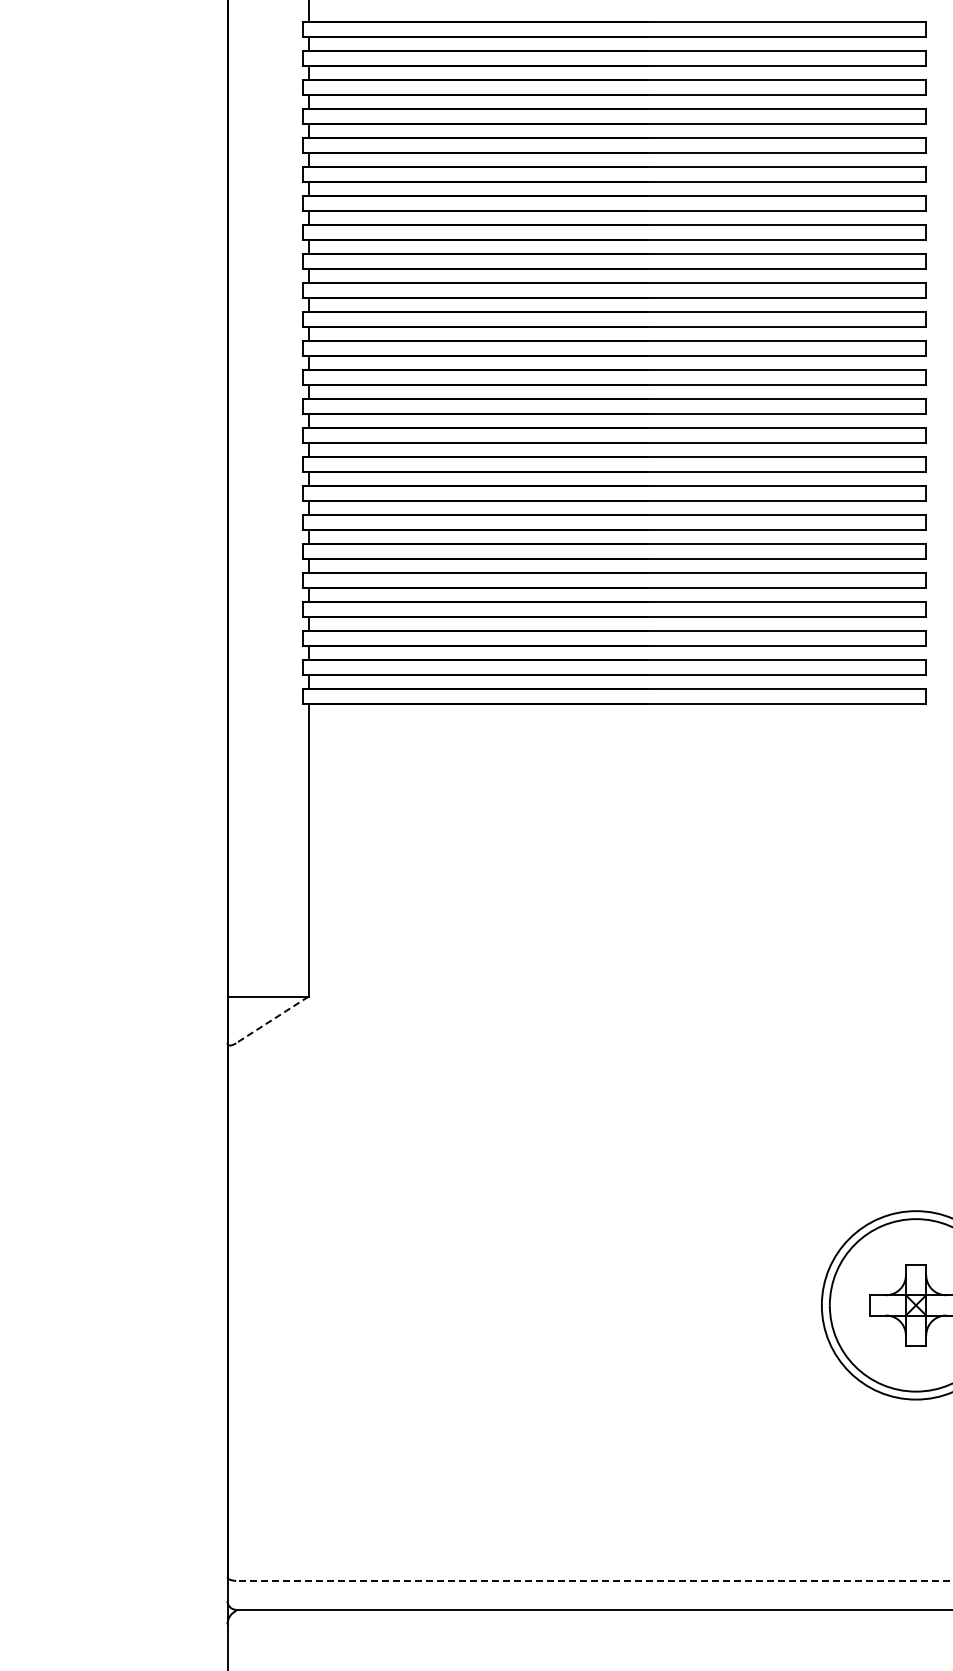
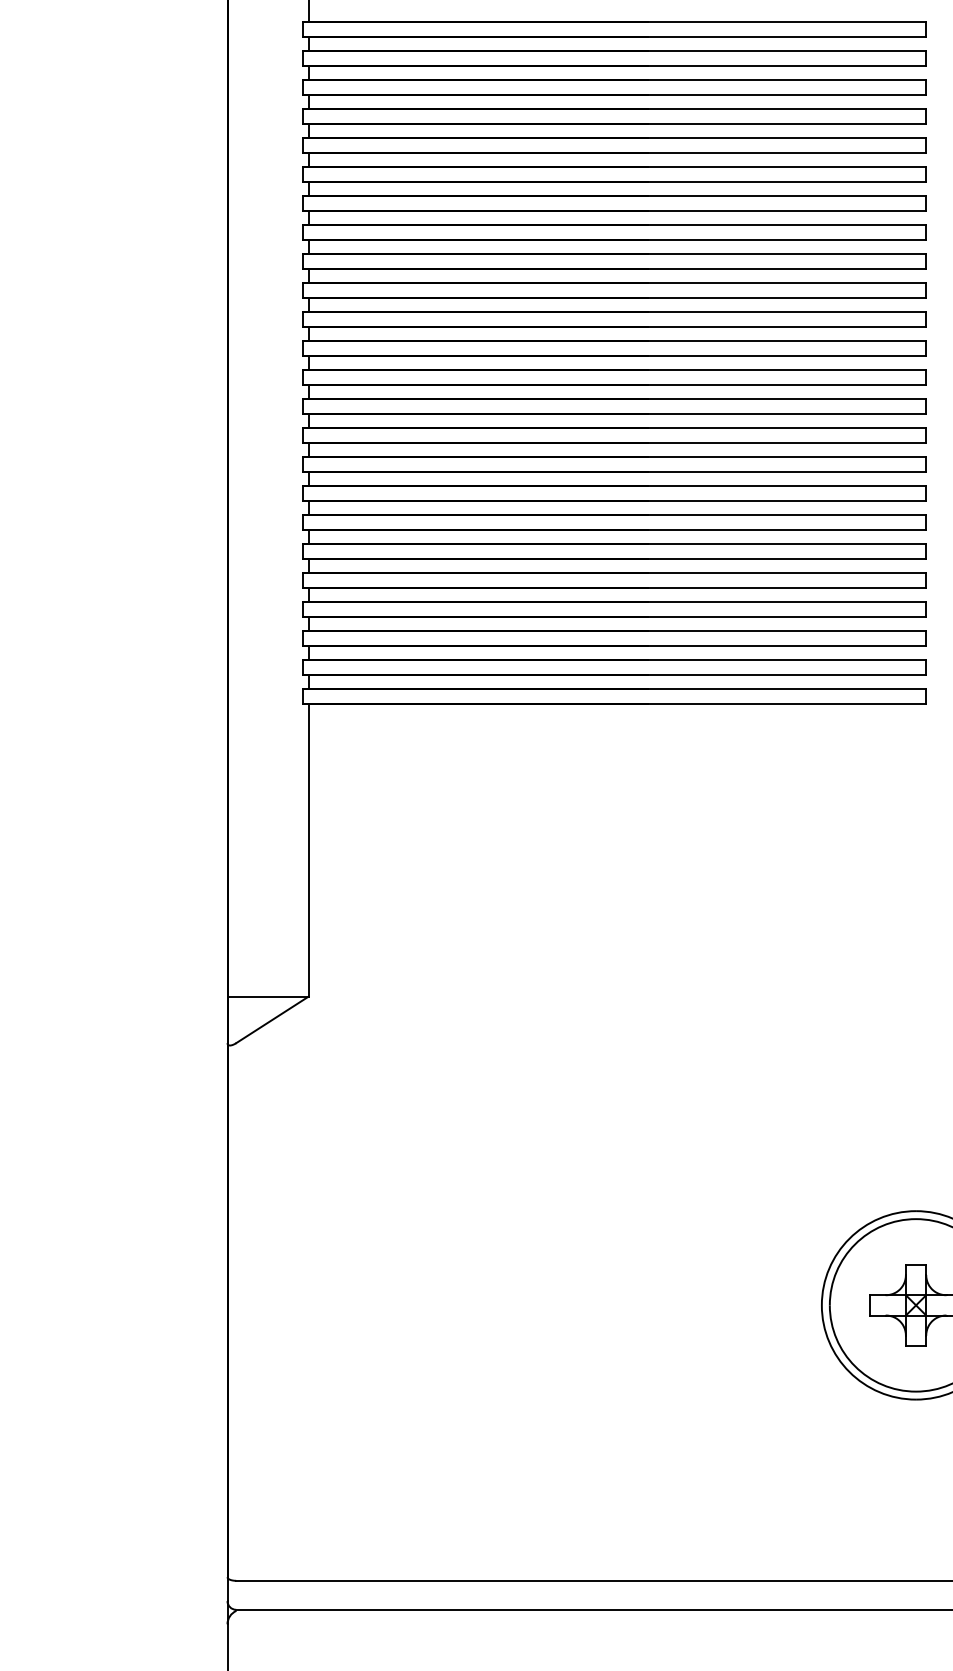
line at (272, 1020): dashed -> solid
line at (594, 1580): dashed -> solid
